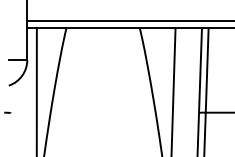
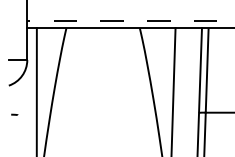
line at (130, 21): solid -> dashed
curve at (7, 112) position: (7, 112) -> (14, 114)
